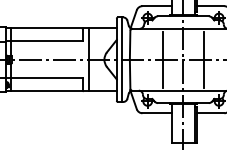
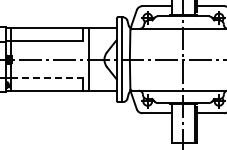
line at (162, 59): present -> none
line at (204, 59): present -> none
line at (46, 78): solid -> dashed
